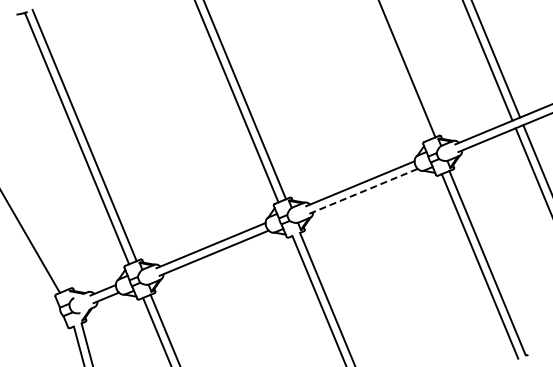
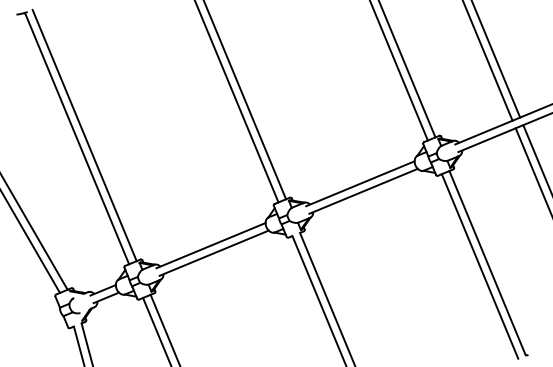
line at (398, 71): none -> present
line at (363, 191): dashed -> solid
line at (34, 232): none -> present
